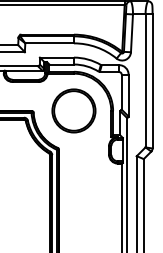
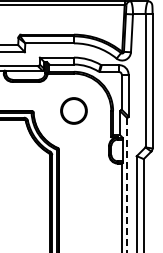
circle at (73, 110) size: 46x46 px -> 28x28 px
line at (127, 185): solid -> dashed
